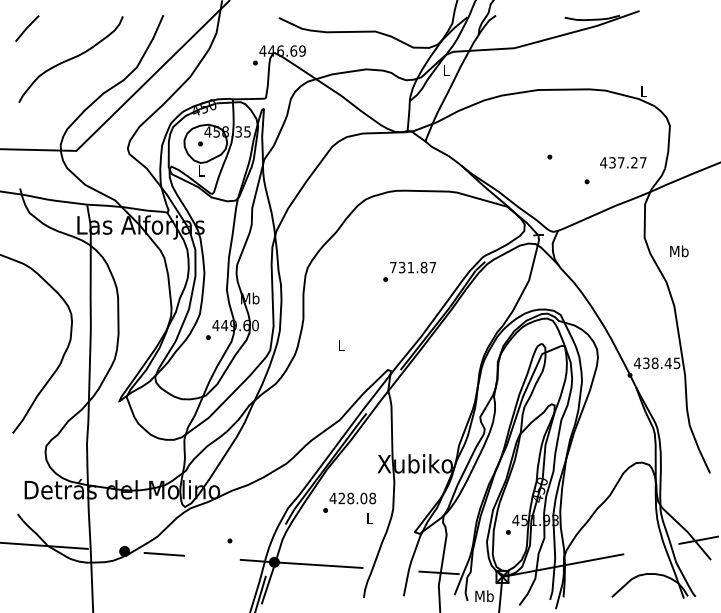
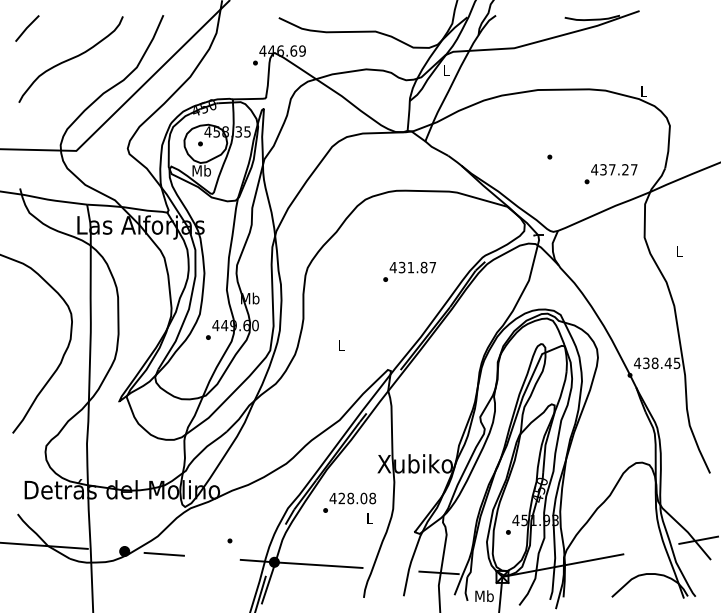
text at (623, 162) position: (623, 162) -> (614, 169)
text at (201, 170): L -> Mb
text at (679, 251): Mb -> L
text at (392, 267): 731.87 -> 431.87
